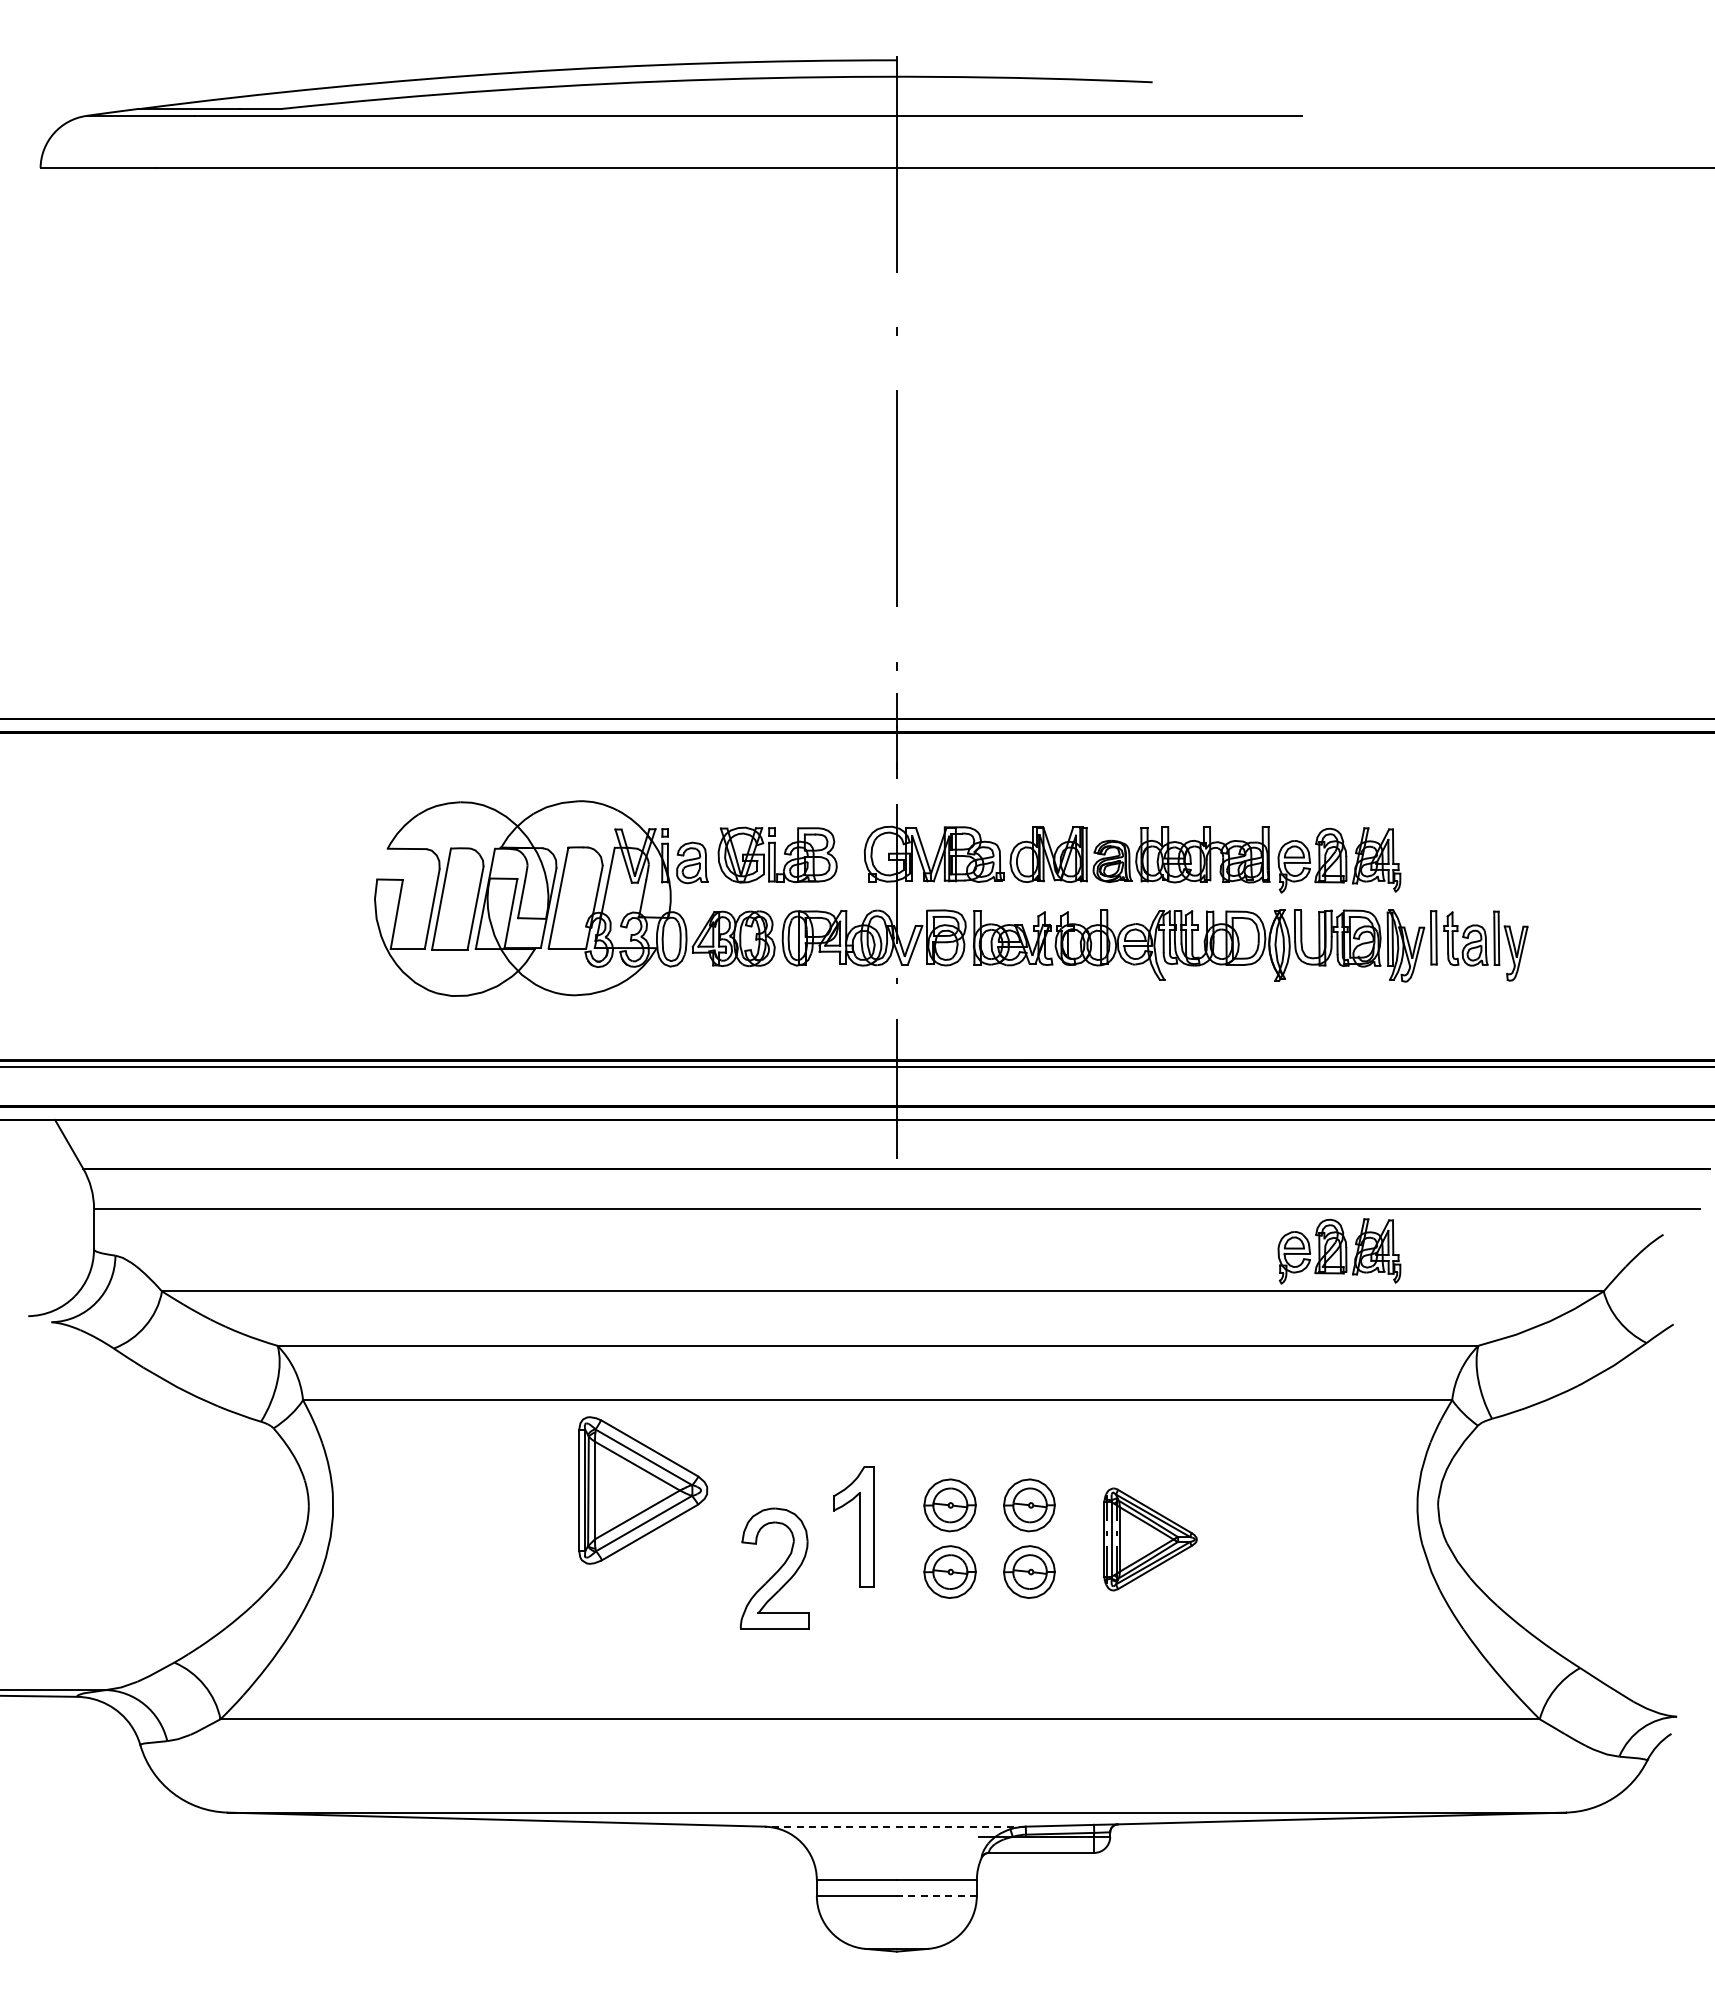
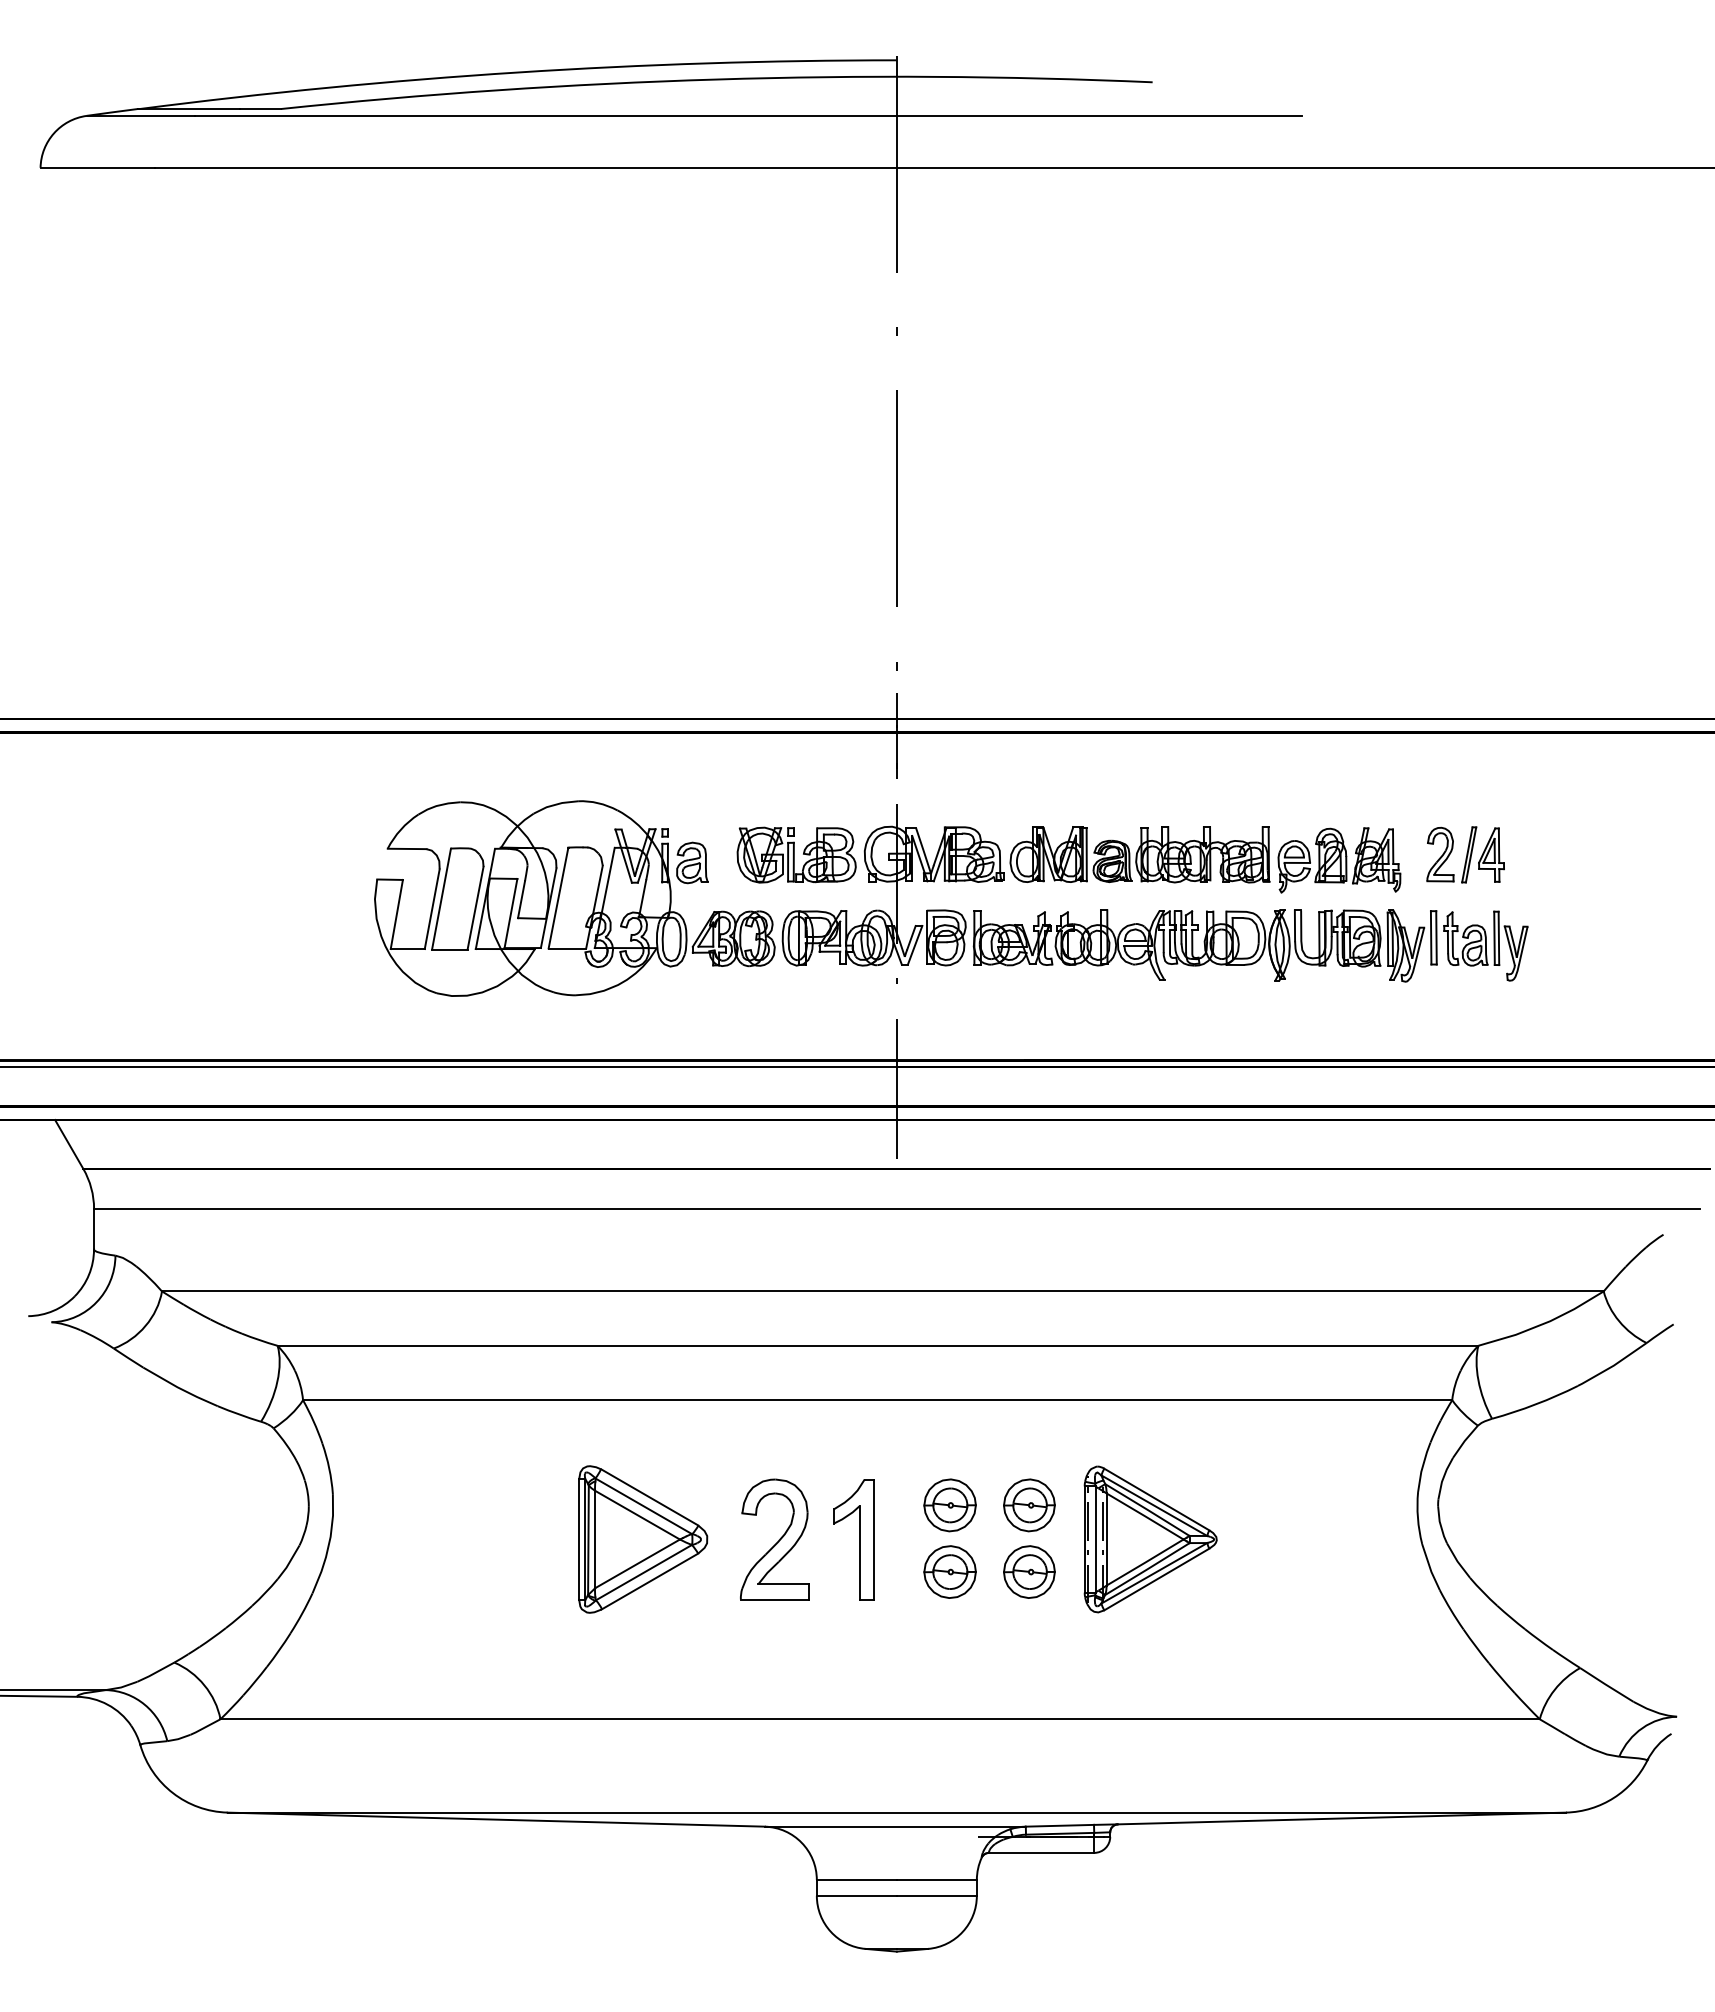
part at (777, 854) position: (777, 854) -> (796, 854)
part at (1465, 854): none -> present
part at (1339, 1251): present -> none
part at (643, 1490) position: (643, 1490) -> (643, 1539)
part at (853, 1526) position: (853, 1526) -> (853, 1539)
part at (1150, 1539) size: 95x105 px -> 135x149 px
part at (774, 1568) position: (774, 1568) -> (774, 1539)
line at (894, 1826): dashed -> solid
line at (936, 1895): dashed -> solid
